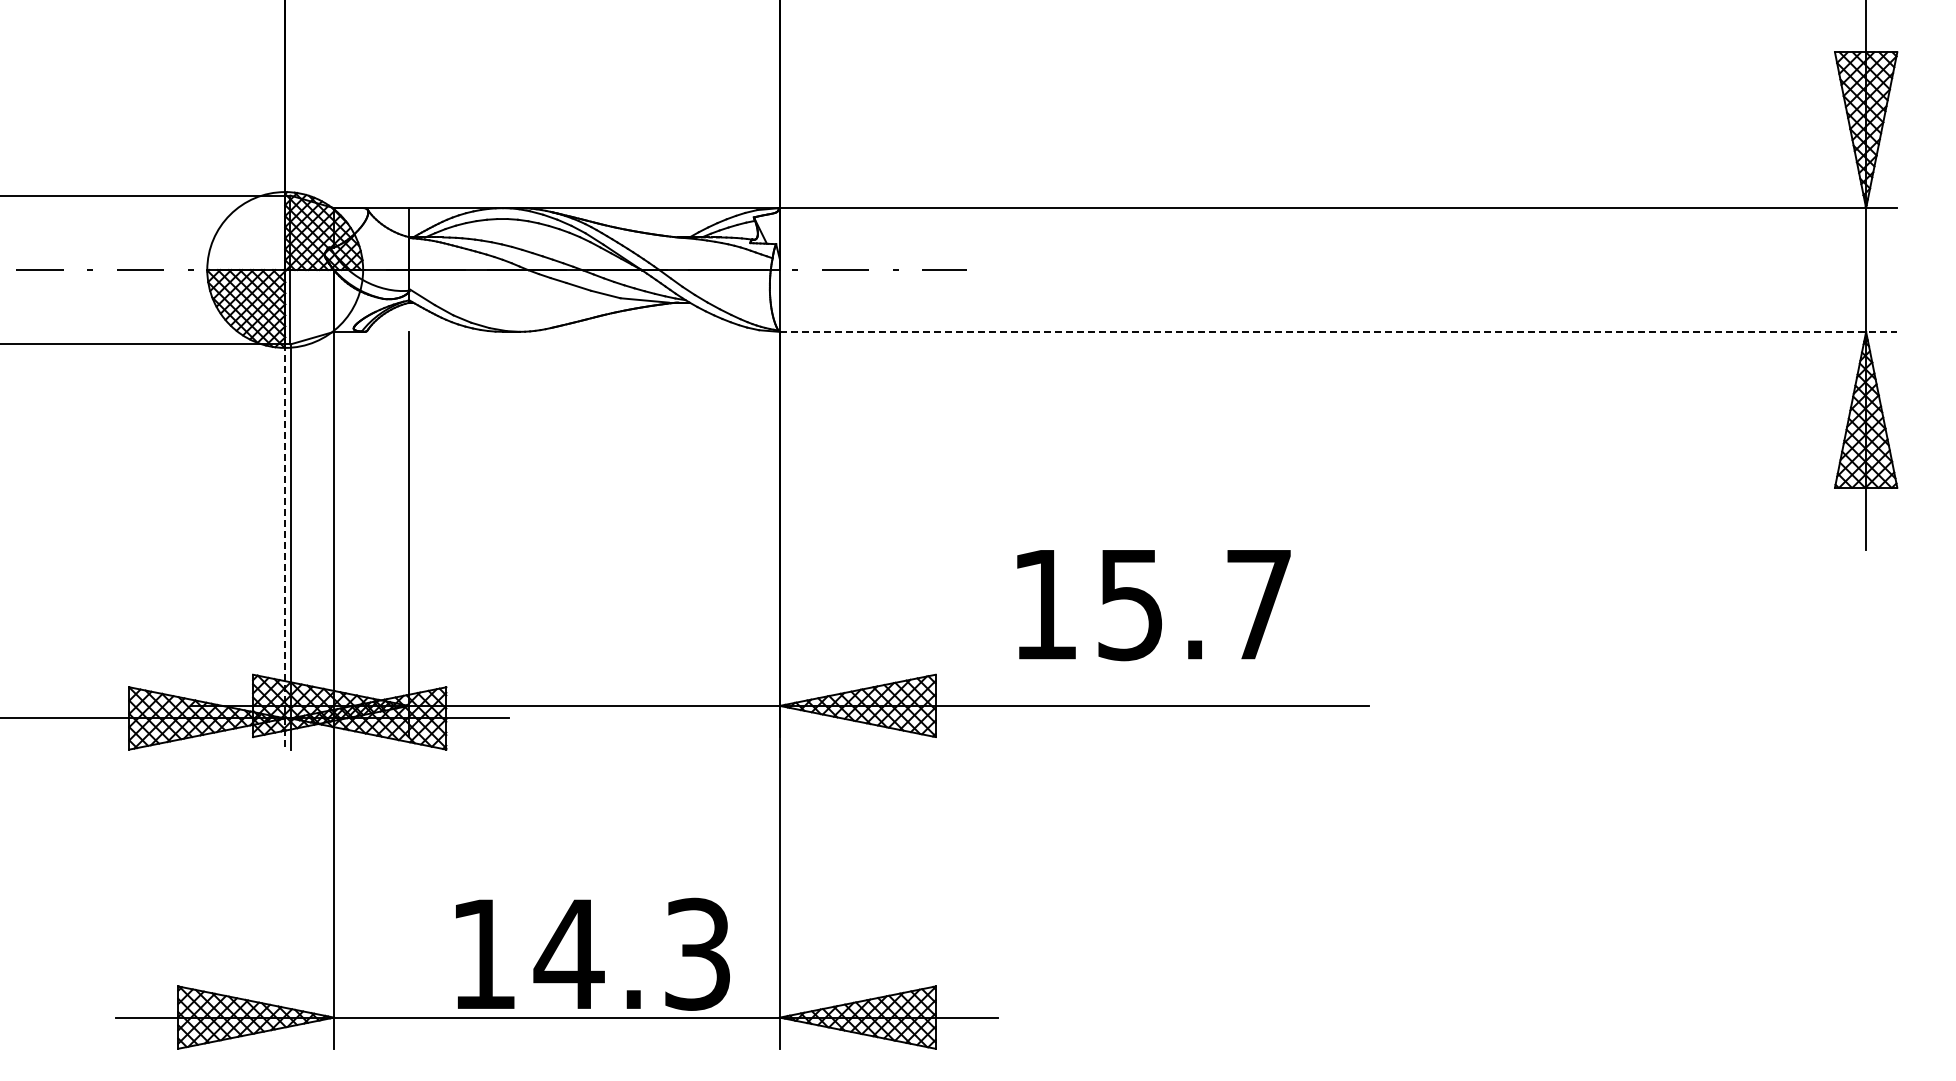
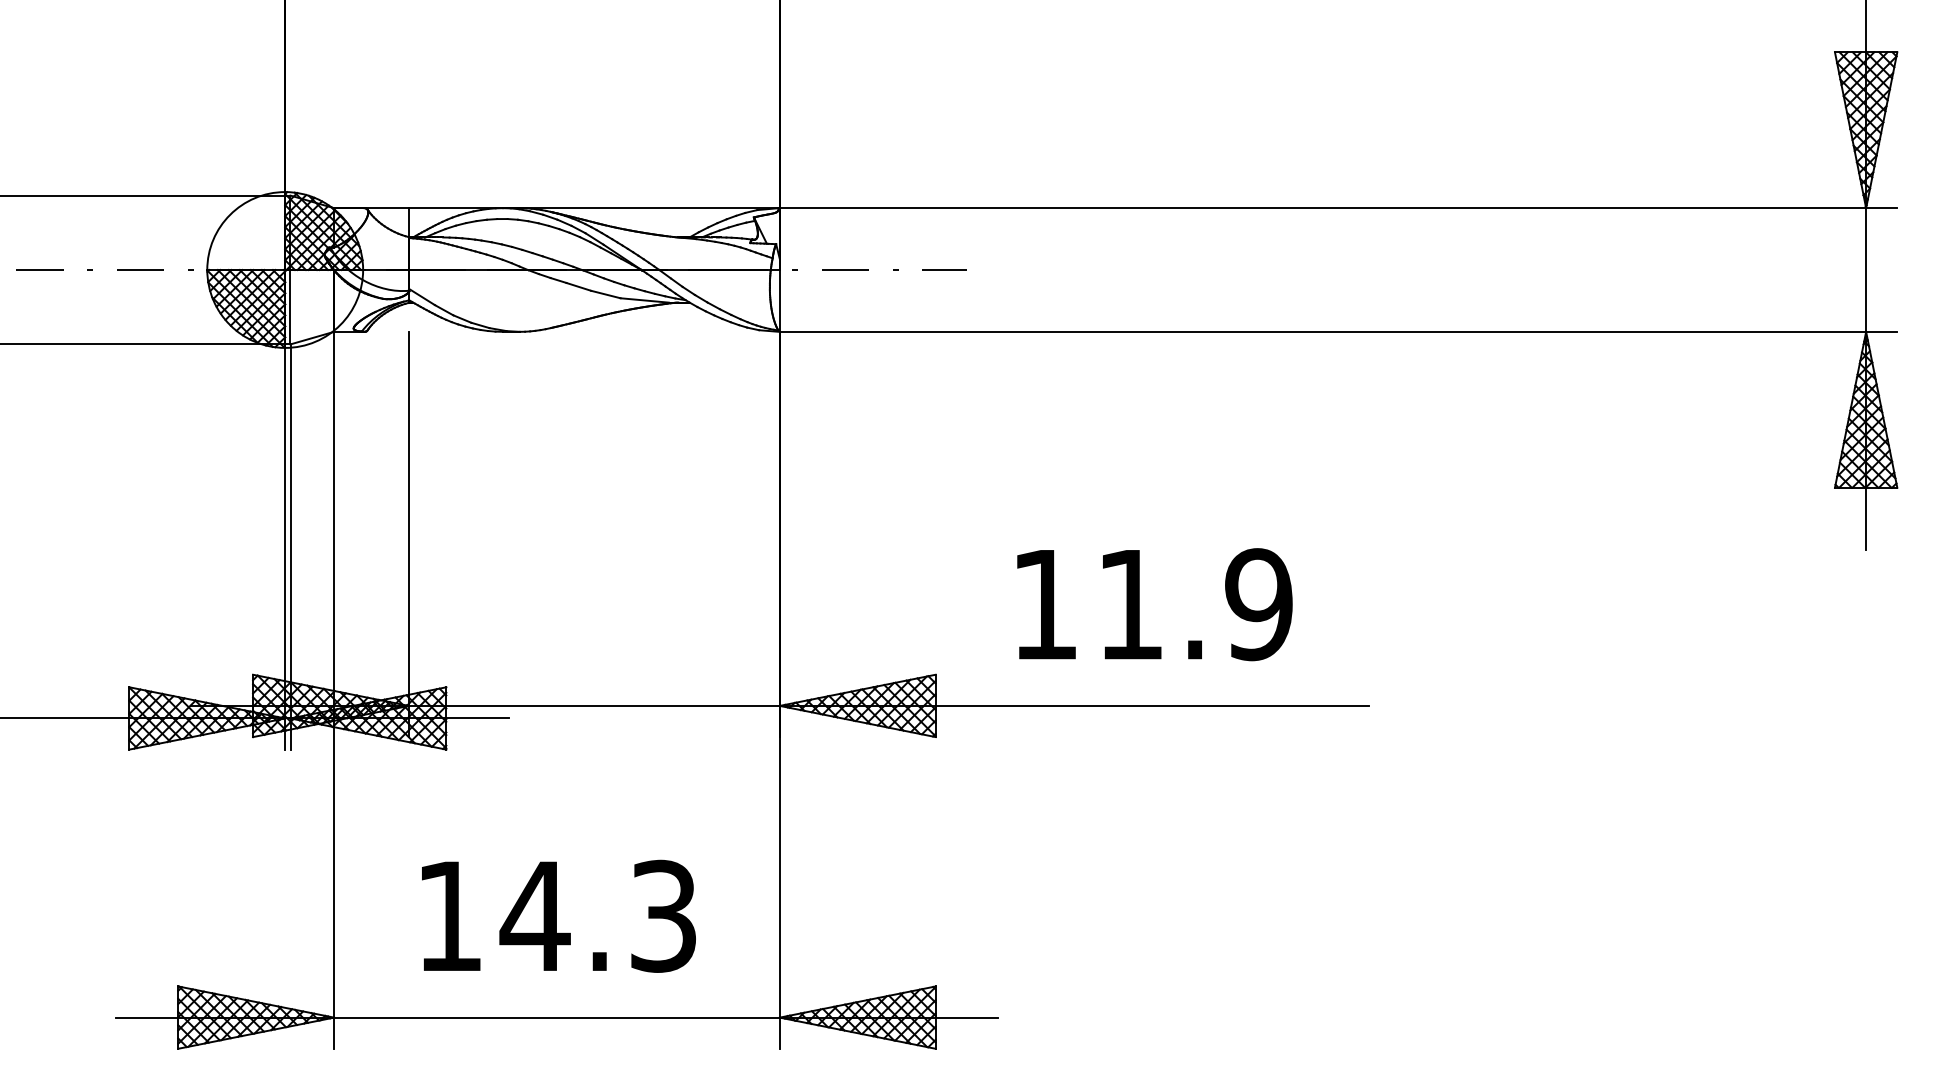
line at (1338, 331): dashed -> solid
line at (285, 547): dashed -> solid
text at (1195, 604): 15.7 -> 11.9
text at (592, 953) position: (592, 953) -> (558, 915)
